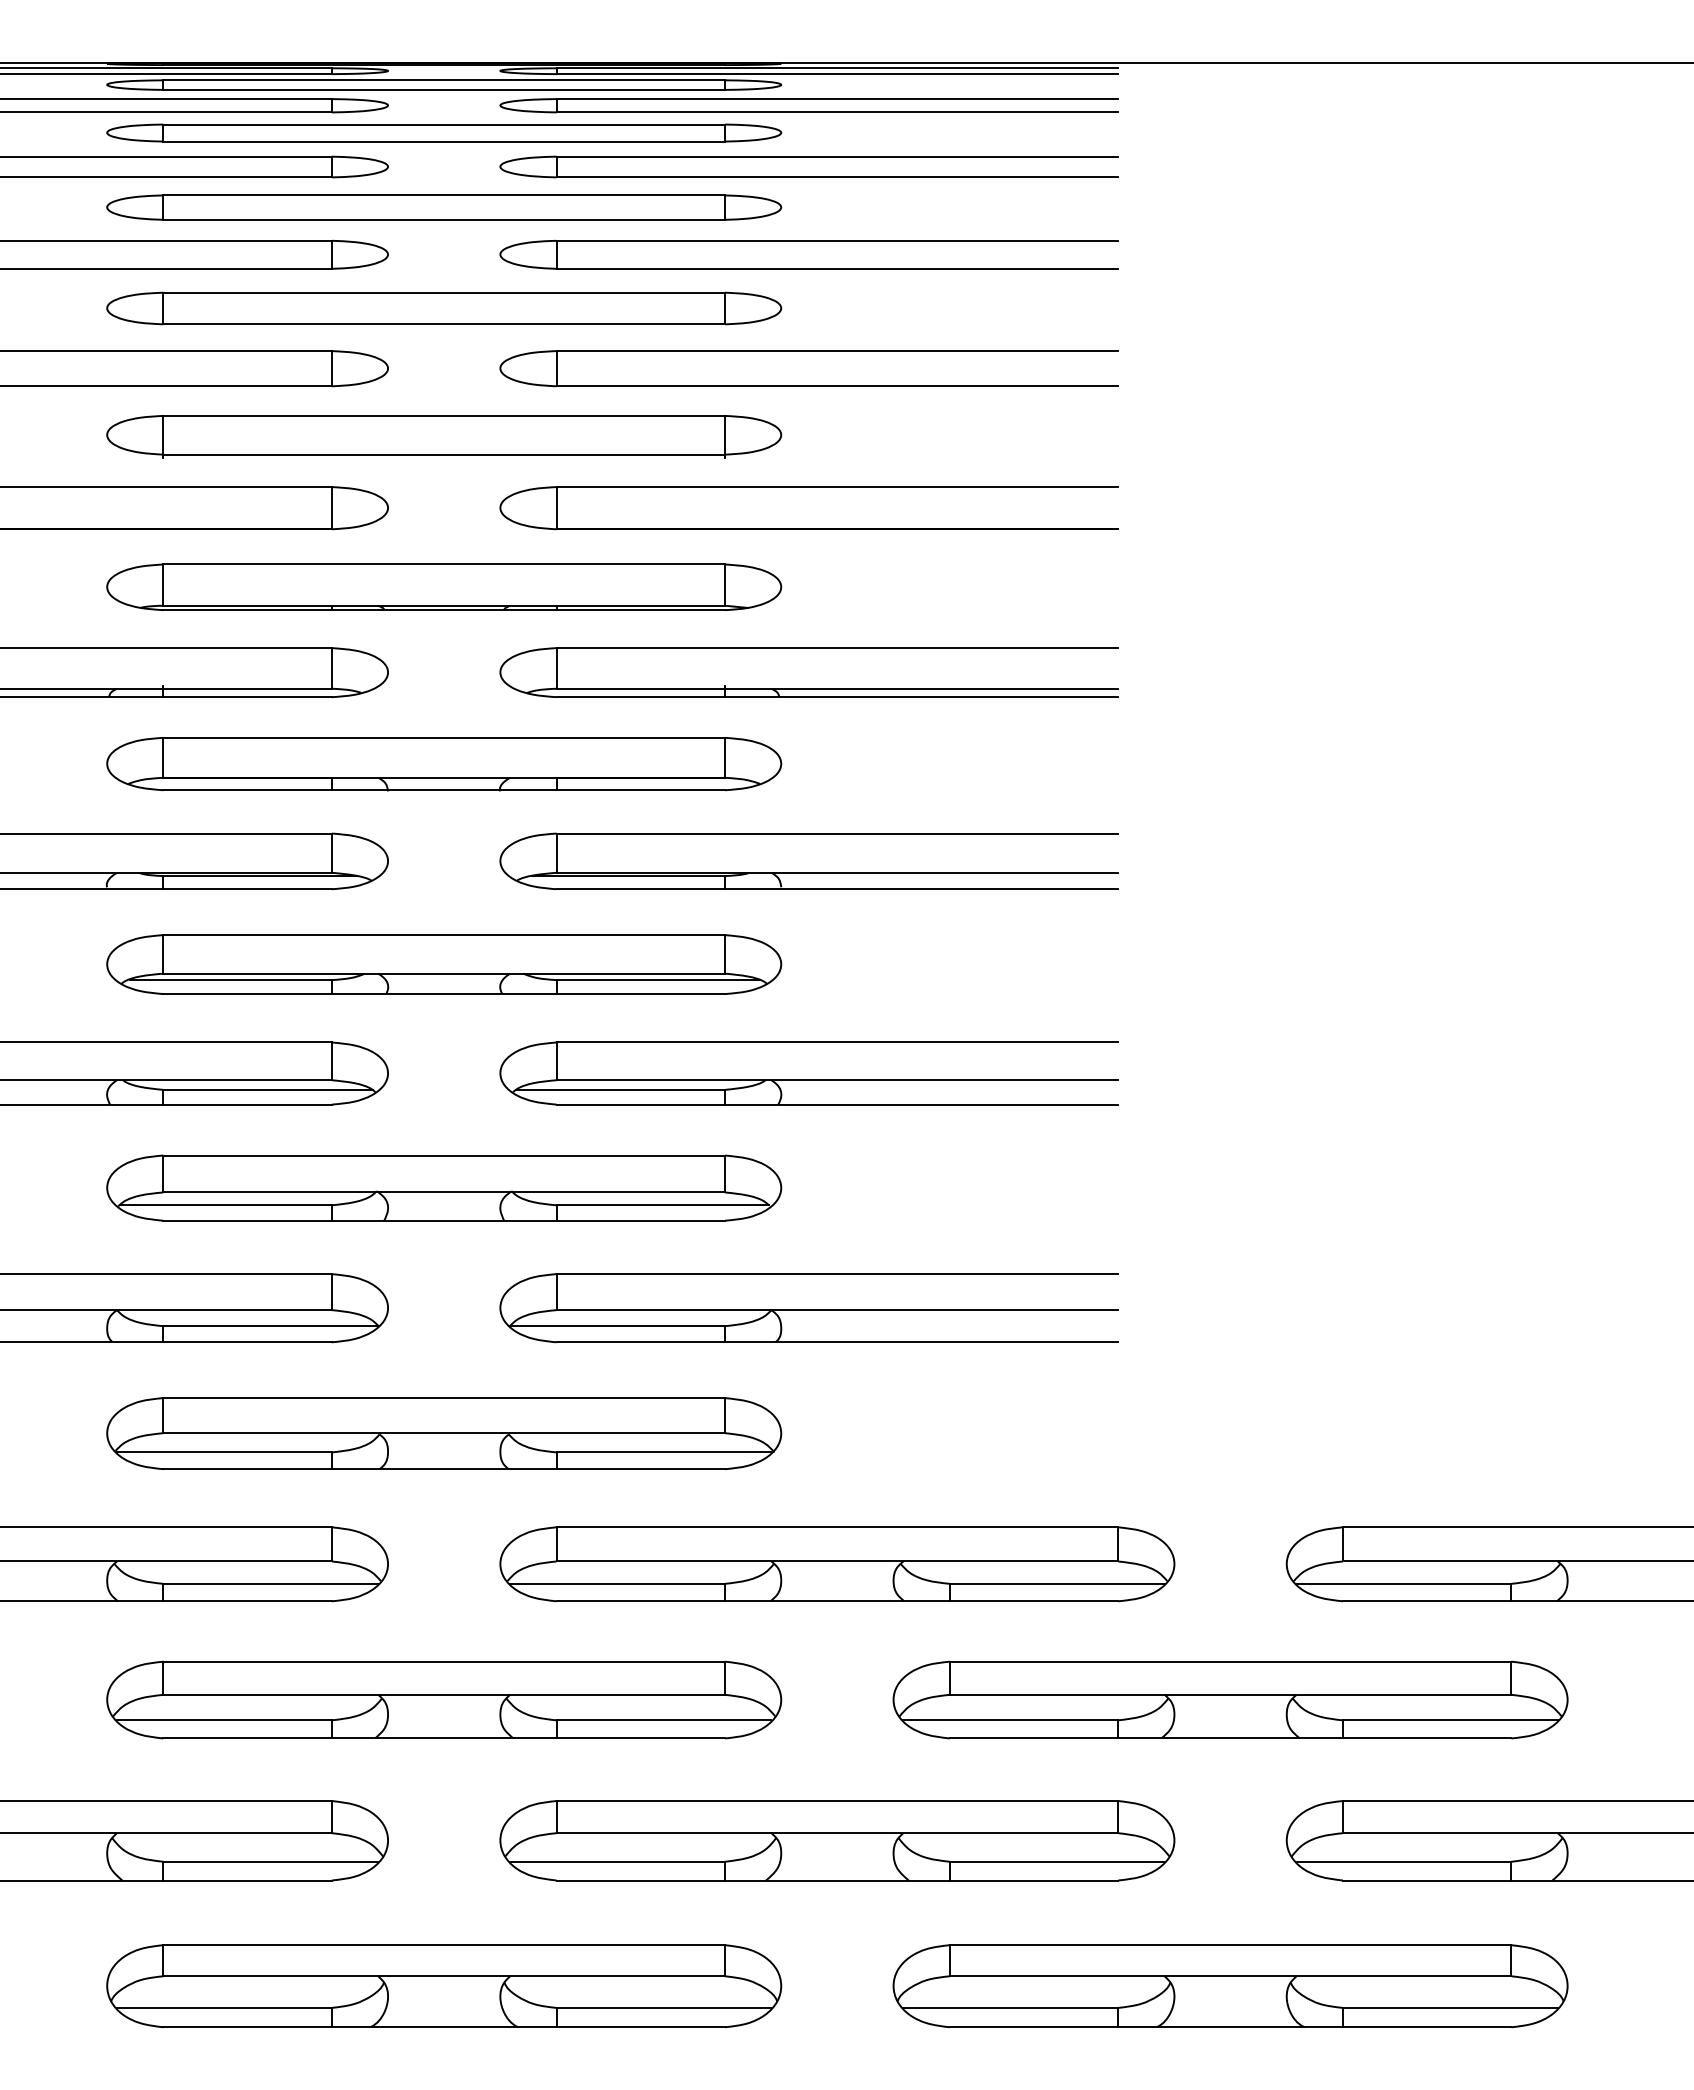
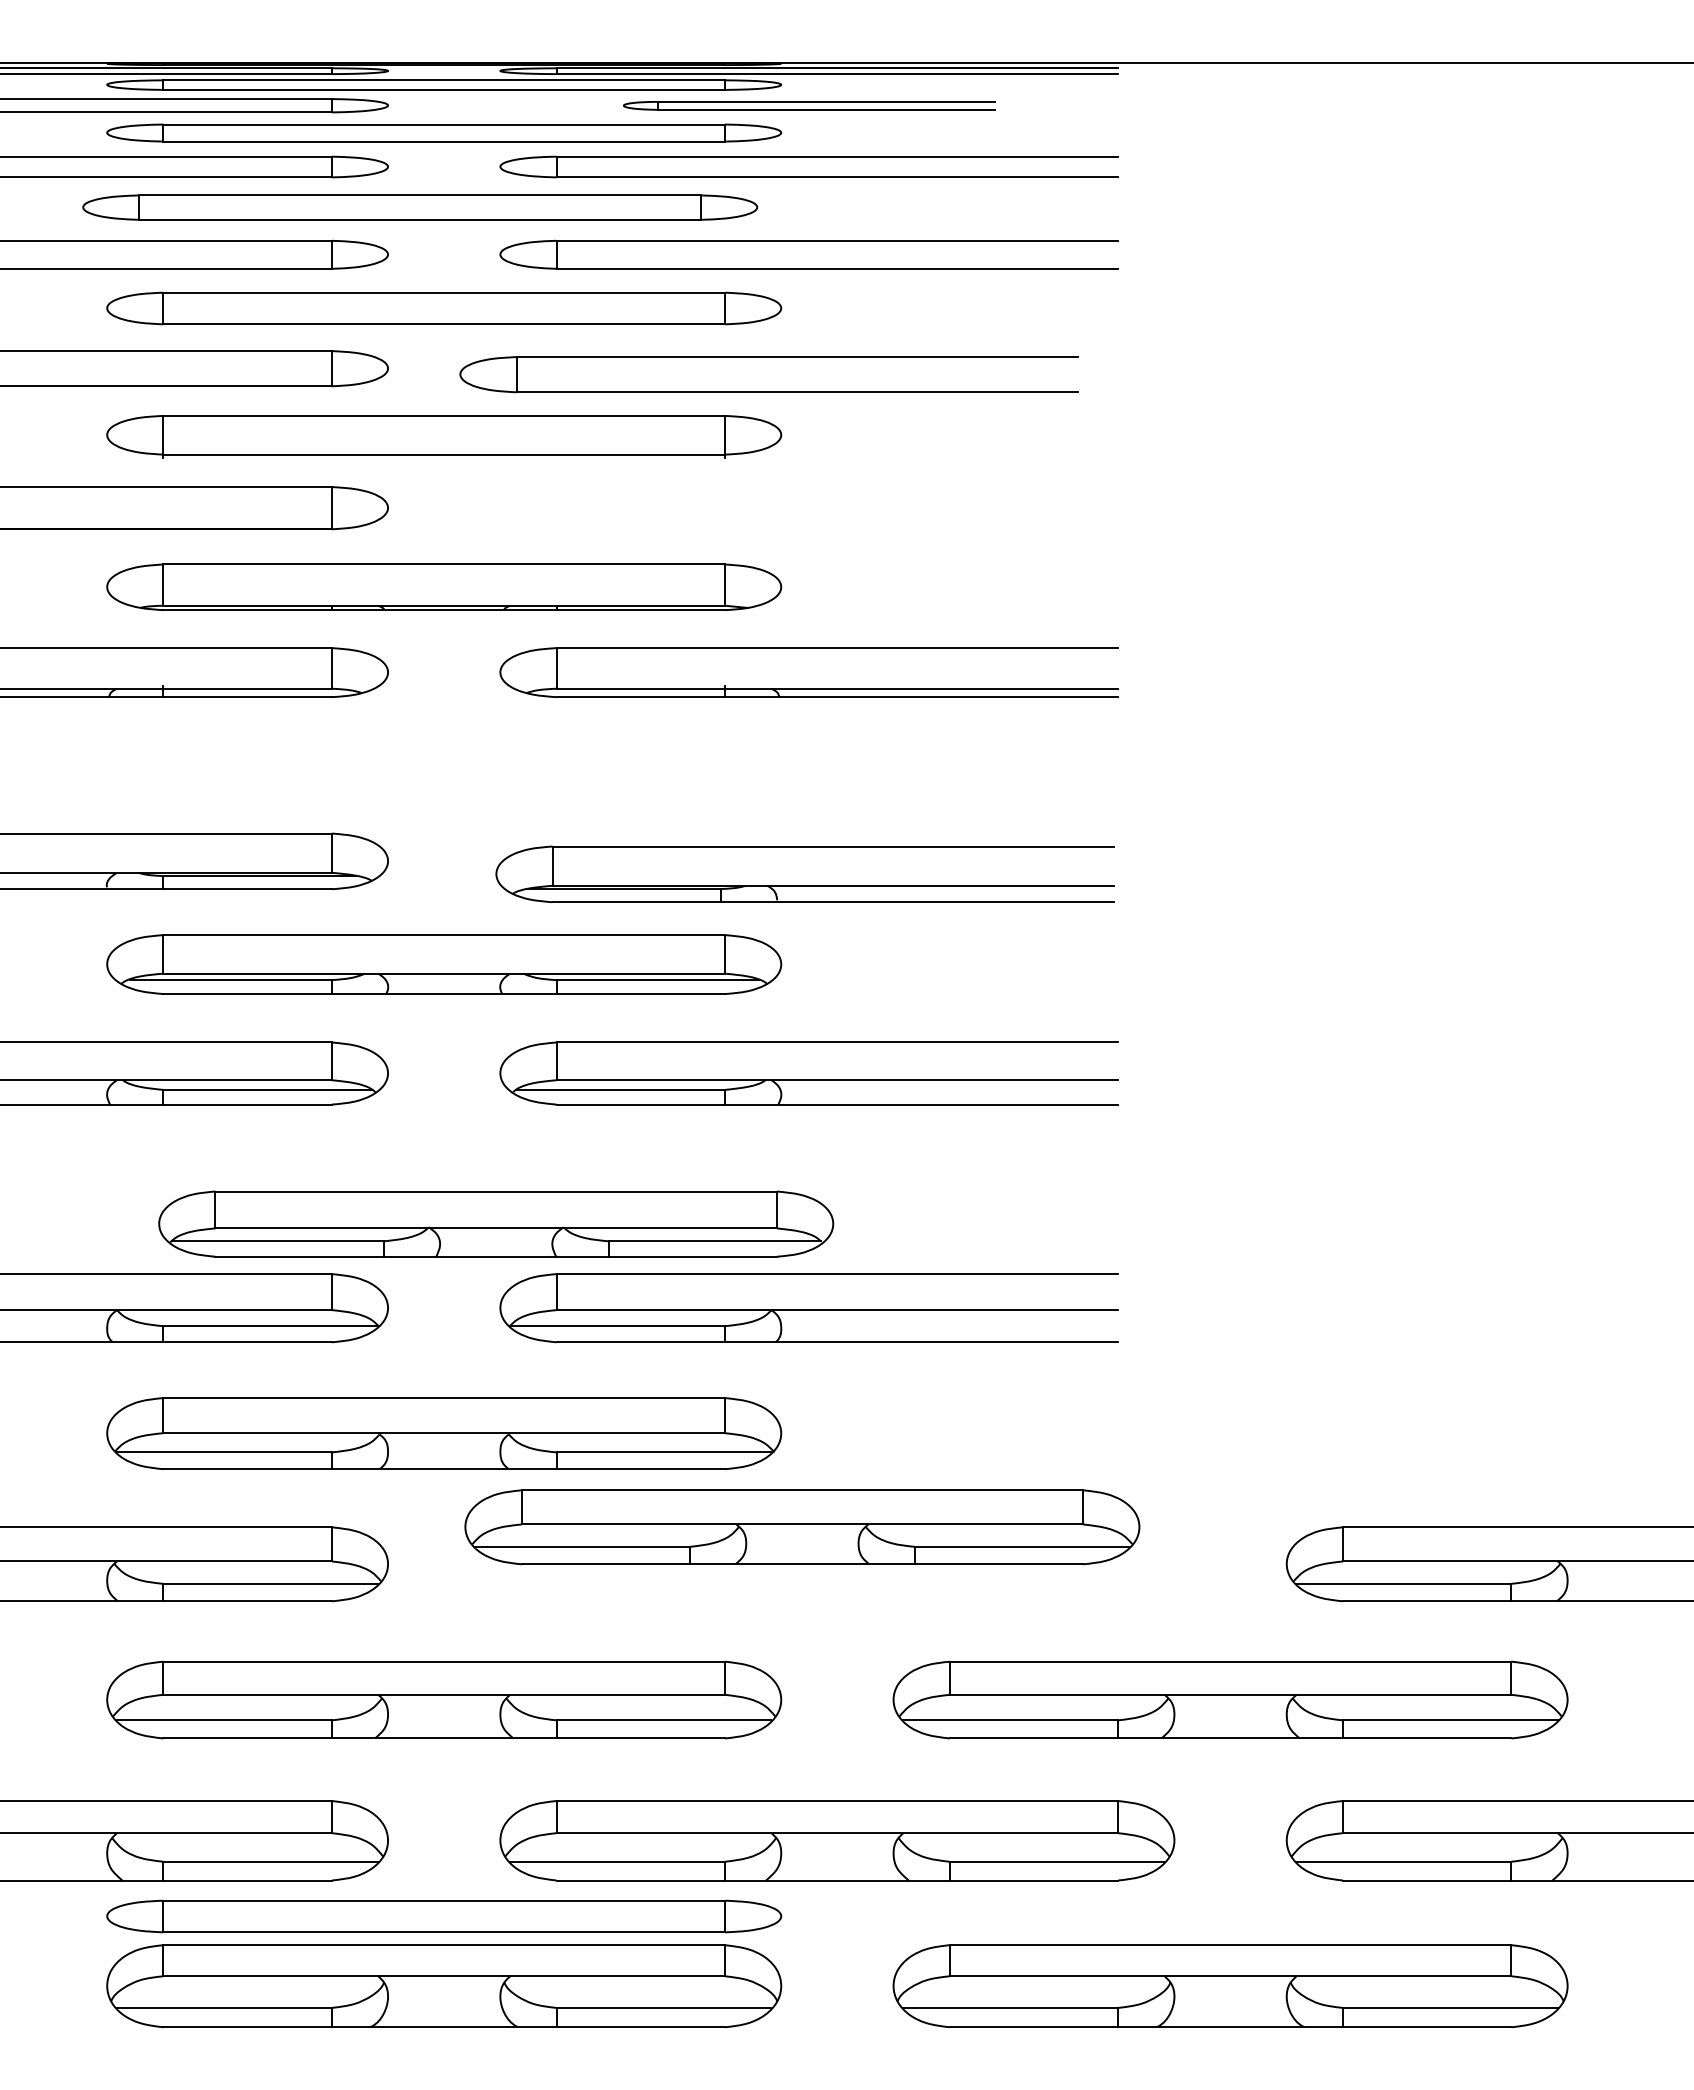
part at (808, 105) size: 620x16 px -> 373x10 px
part at (444, 207) position: (444, 207) -> (420, 207)
part at (808, 351) position: (808, 351) -> (768, 357)
part at (808, 528): present -> none
part at (444, 764): present -> none
part at (808, 872) position: (808, 872) -> (804, 885)
part at (444, 1187) position: (444, 1187) -> (496, 1223)
part at (837, 1564) position: (837, 1564) -> (802, 1527)
part at (444, 1916): none -> present
